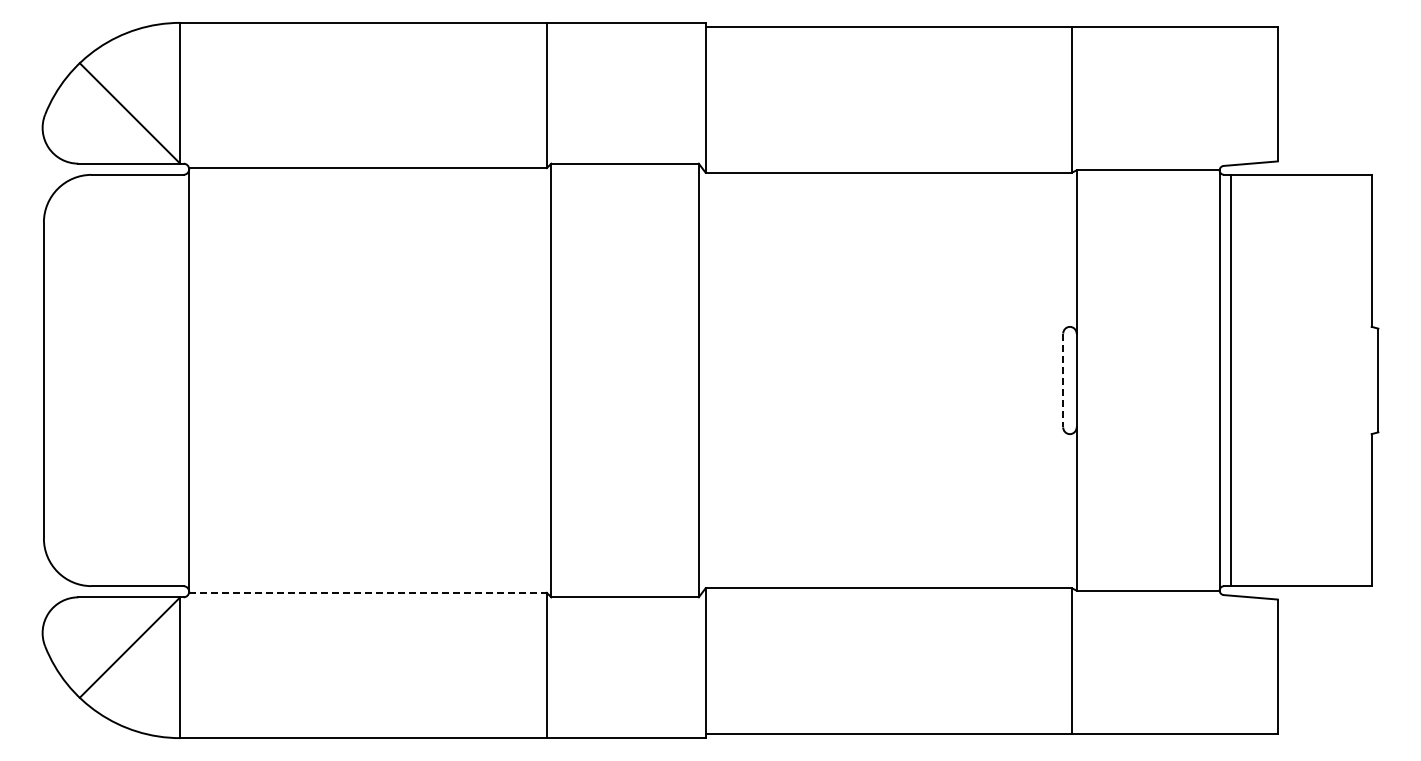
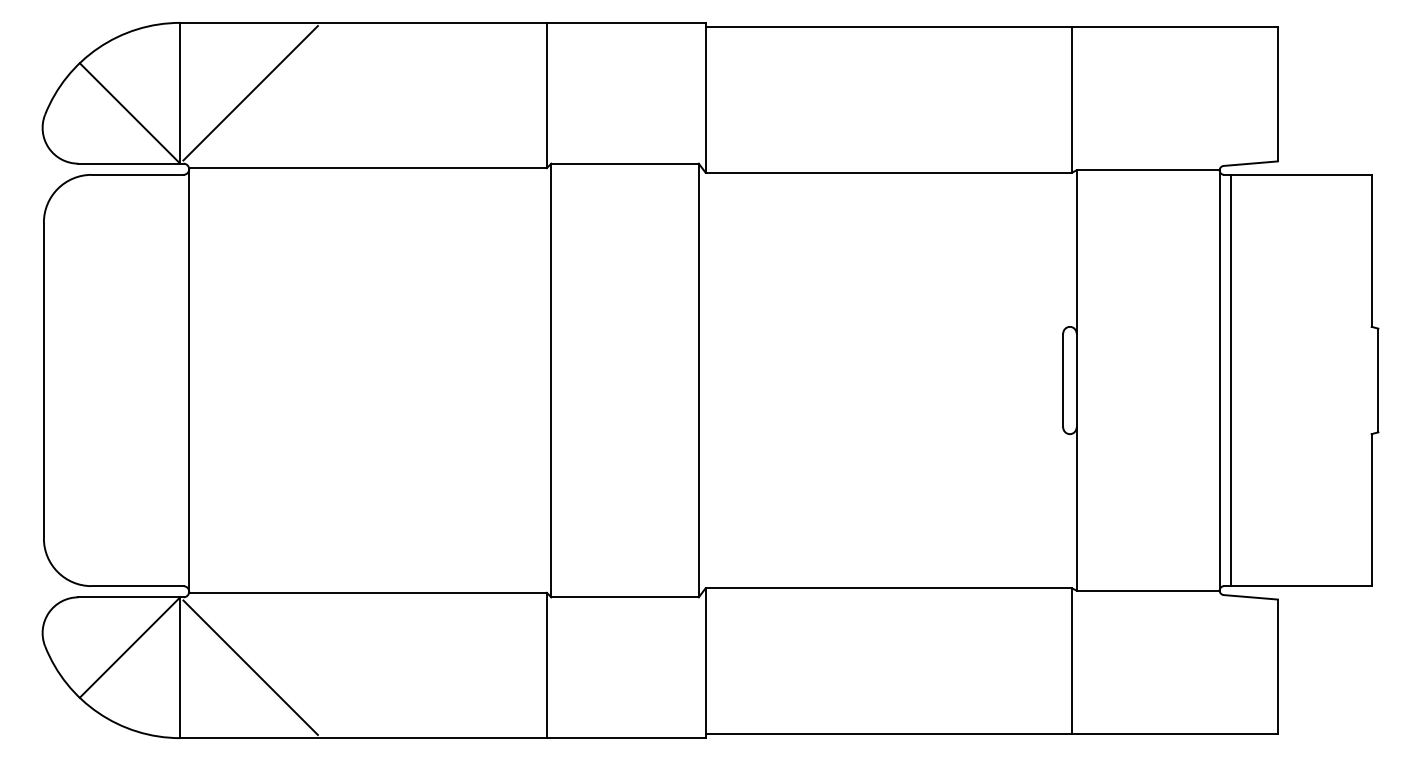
line at (250, 93): none -> present
line at (1063, 380): dashed -> solid
line at (367, 592): dashed -> solid
line at (250, 667): none -> present
